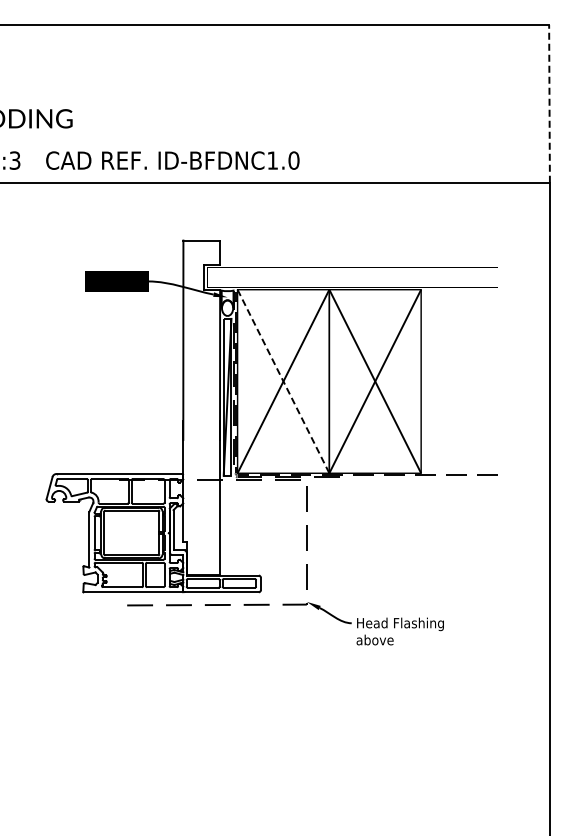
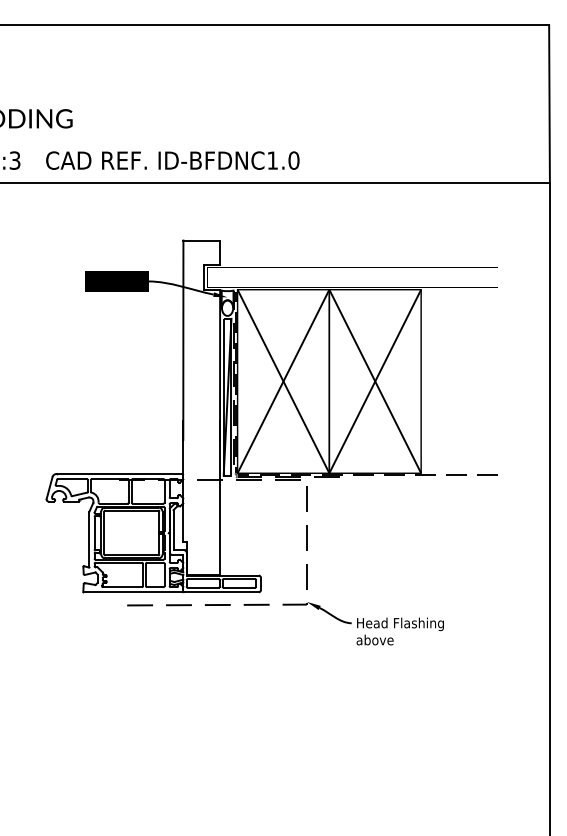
line at (549, 103): dashed -> solid
line at (283, 381): dashed -> solid
